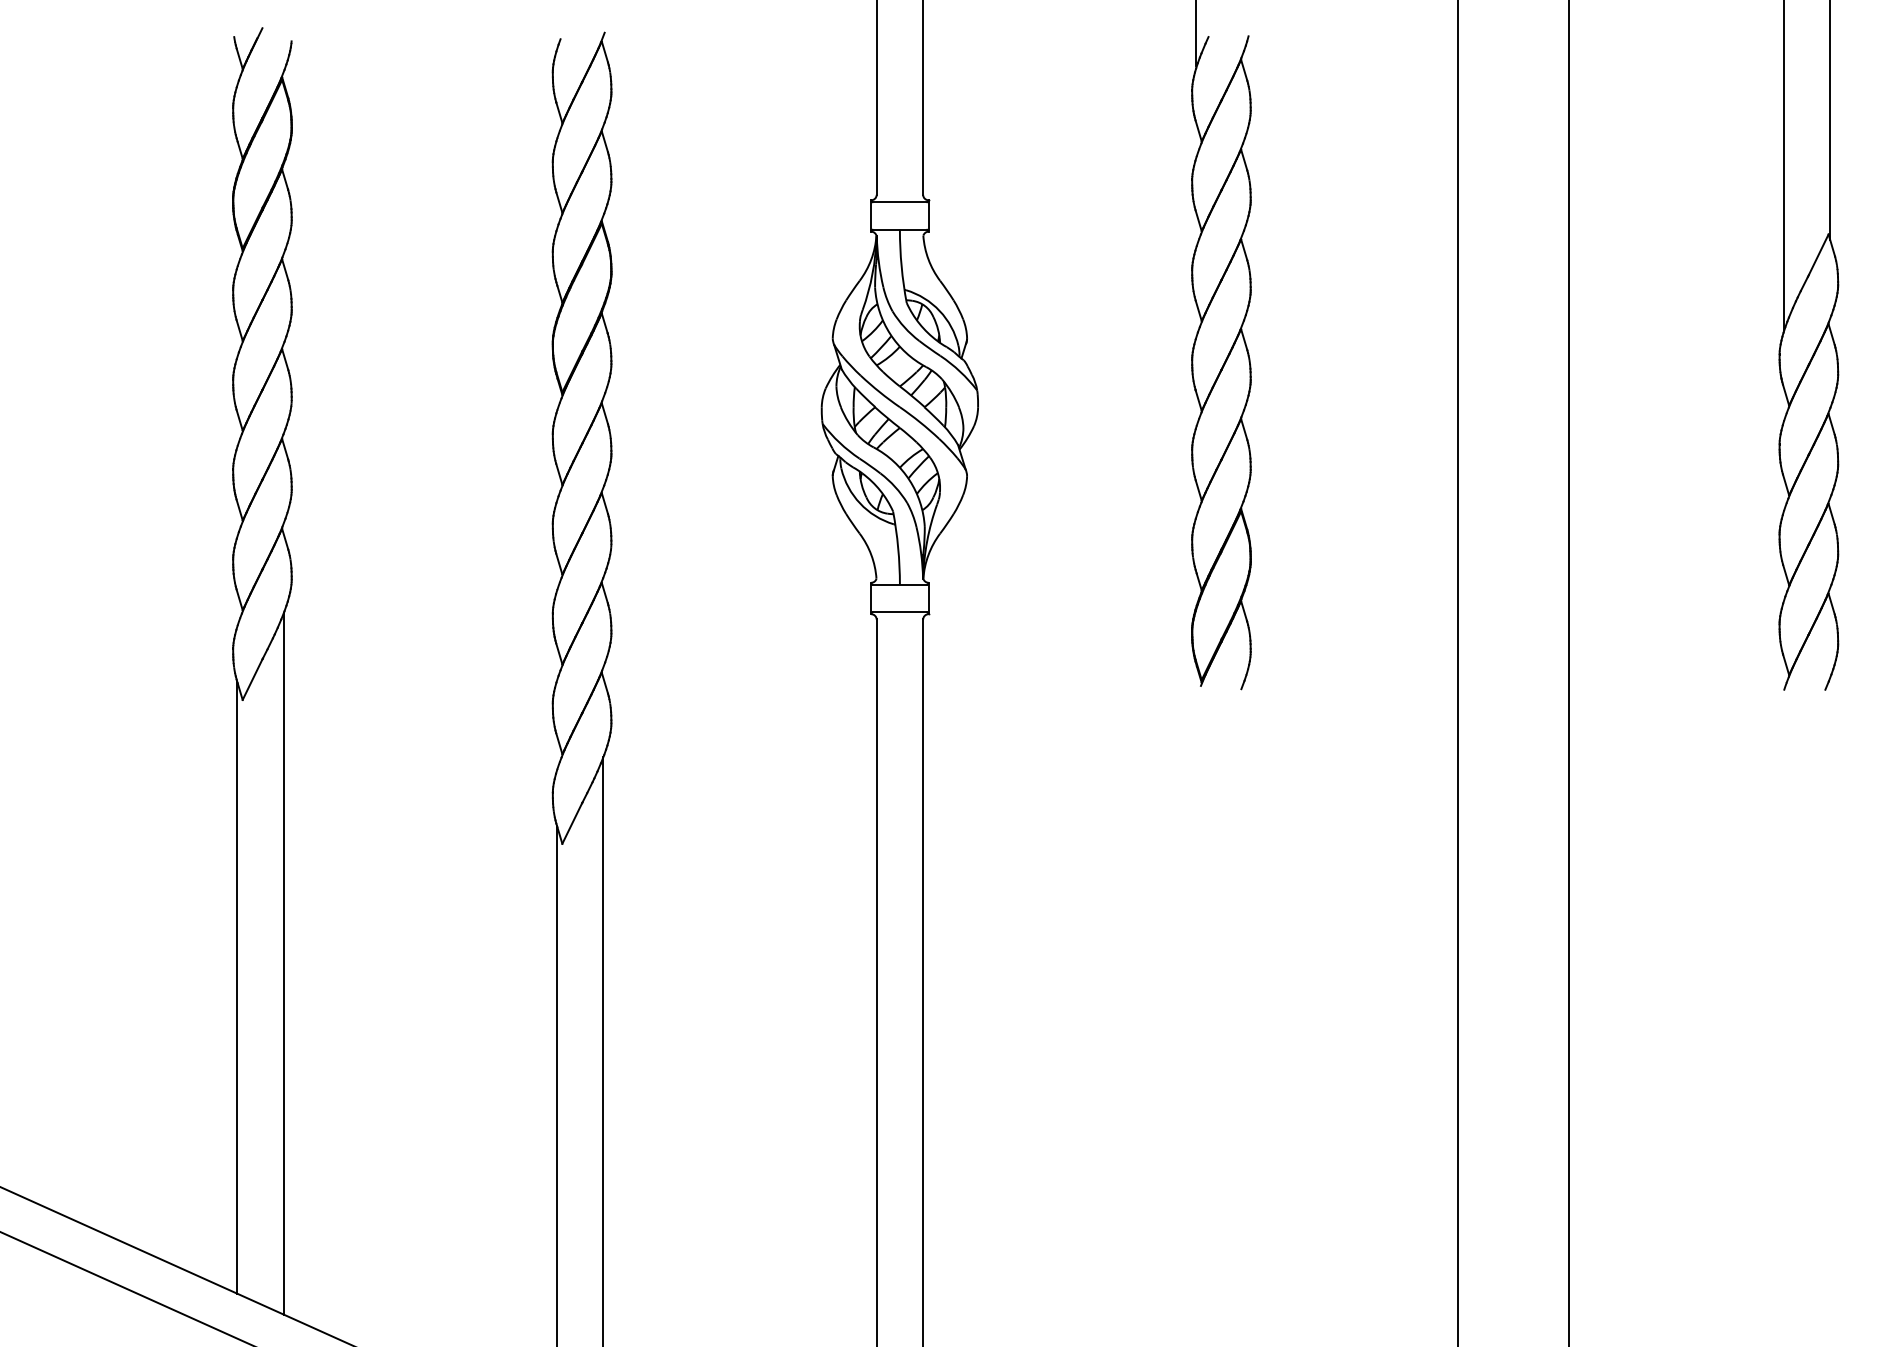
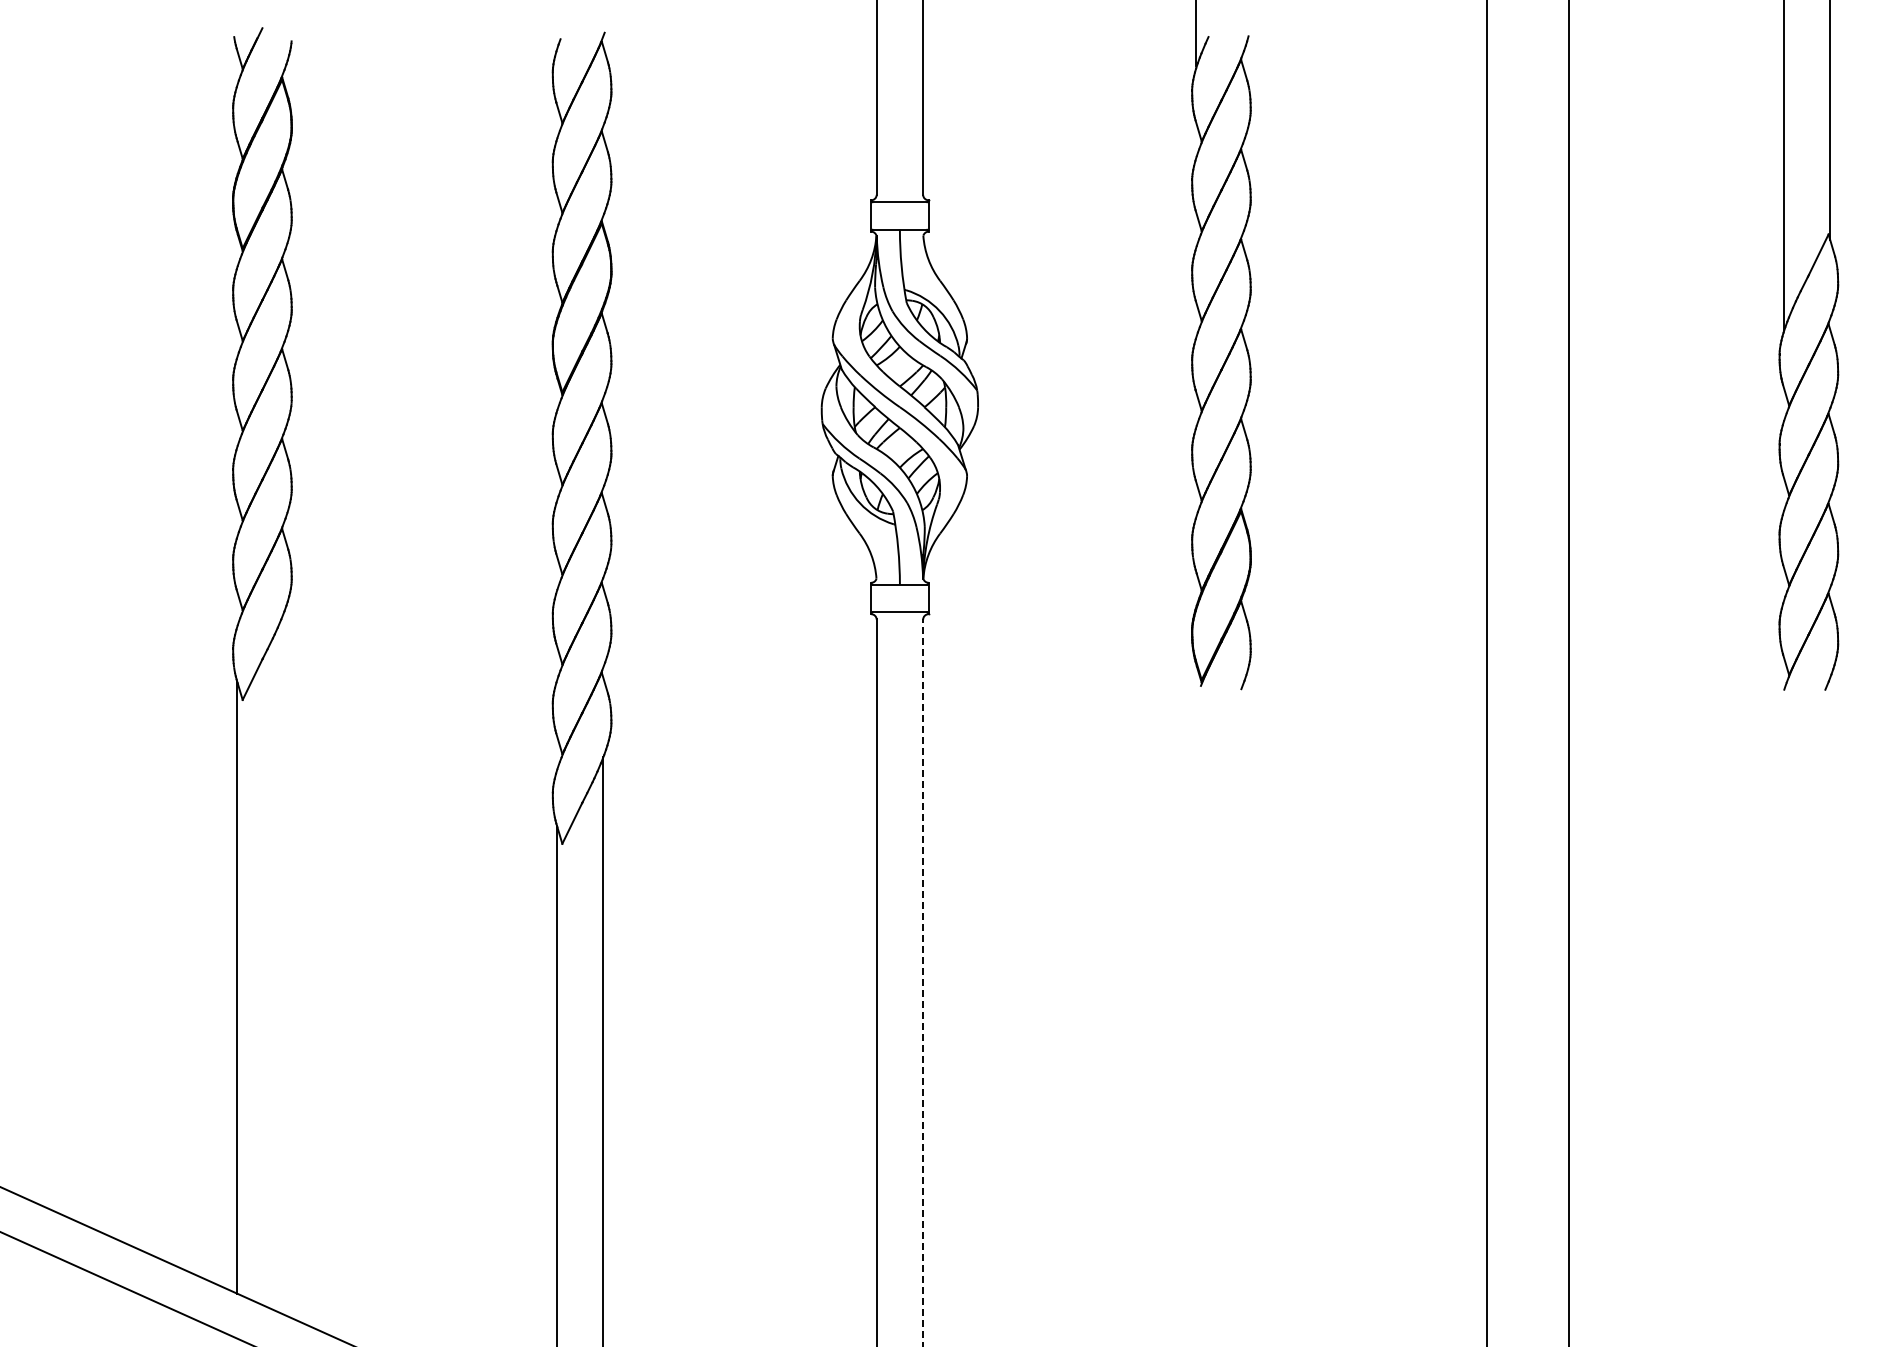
line at (1457, 672) position: (1457, 672) -> (1486, 672)
line at (283, 963): present -> none
line at (923, 982): solid -> dashed
